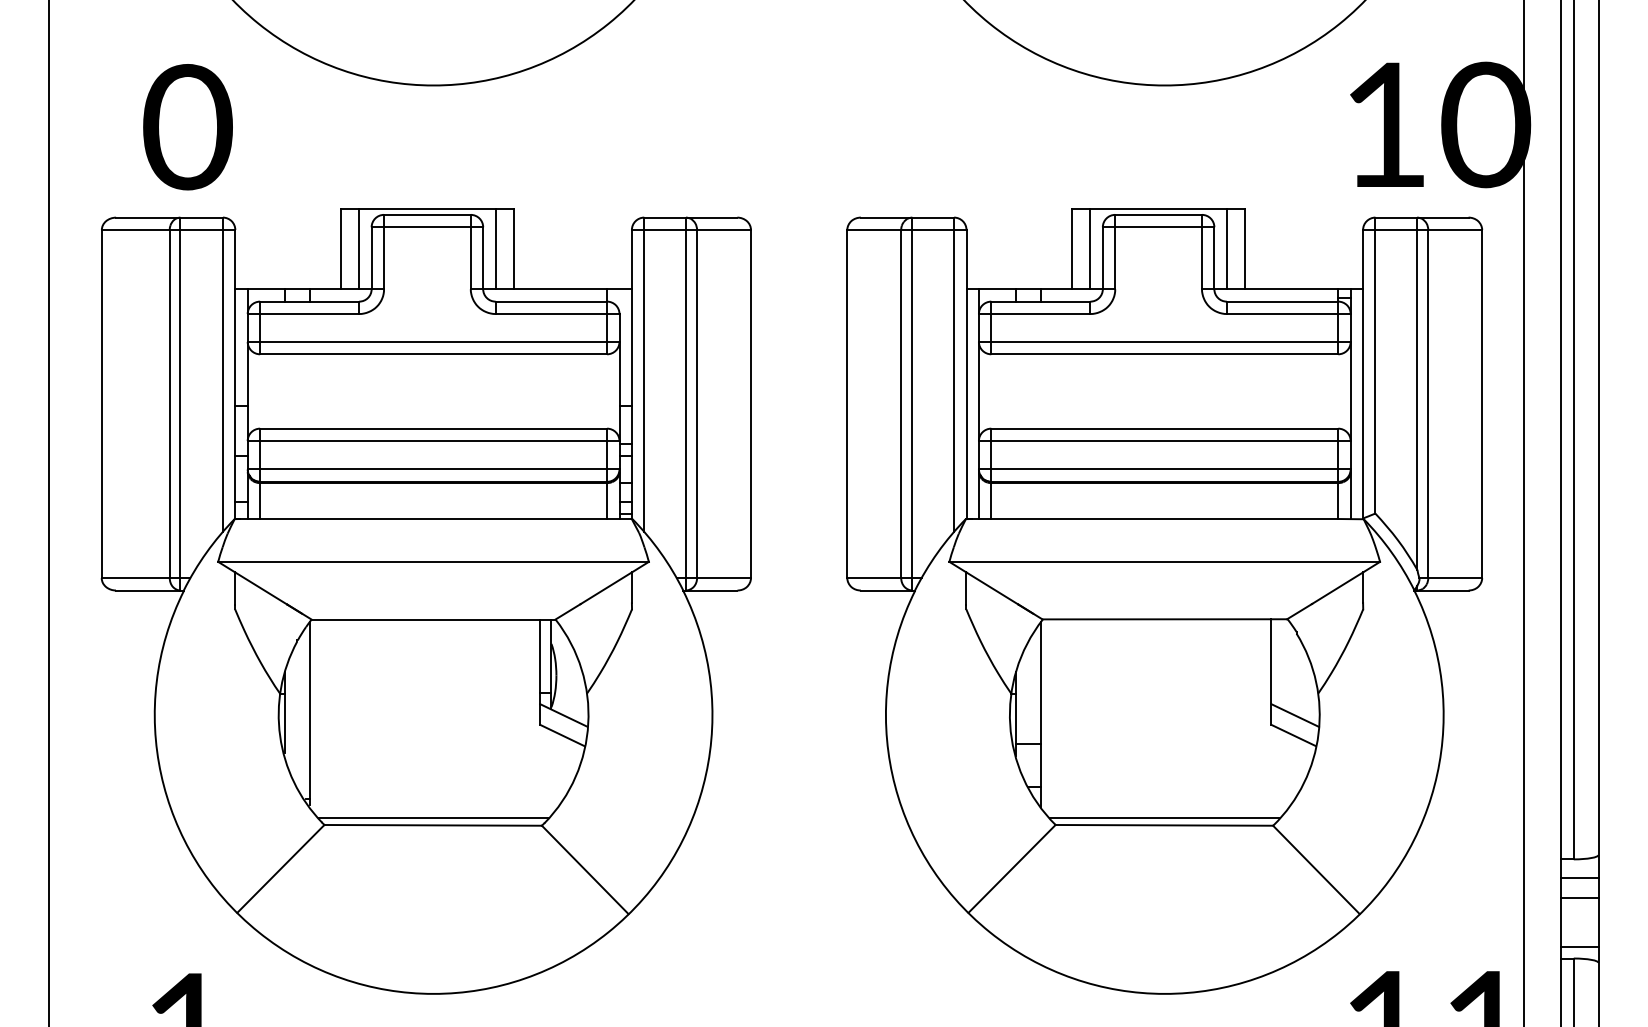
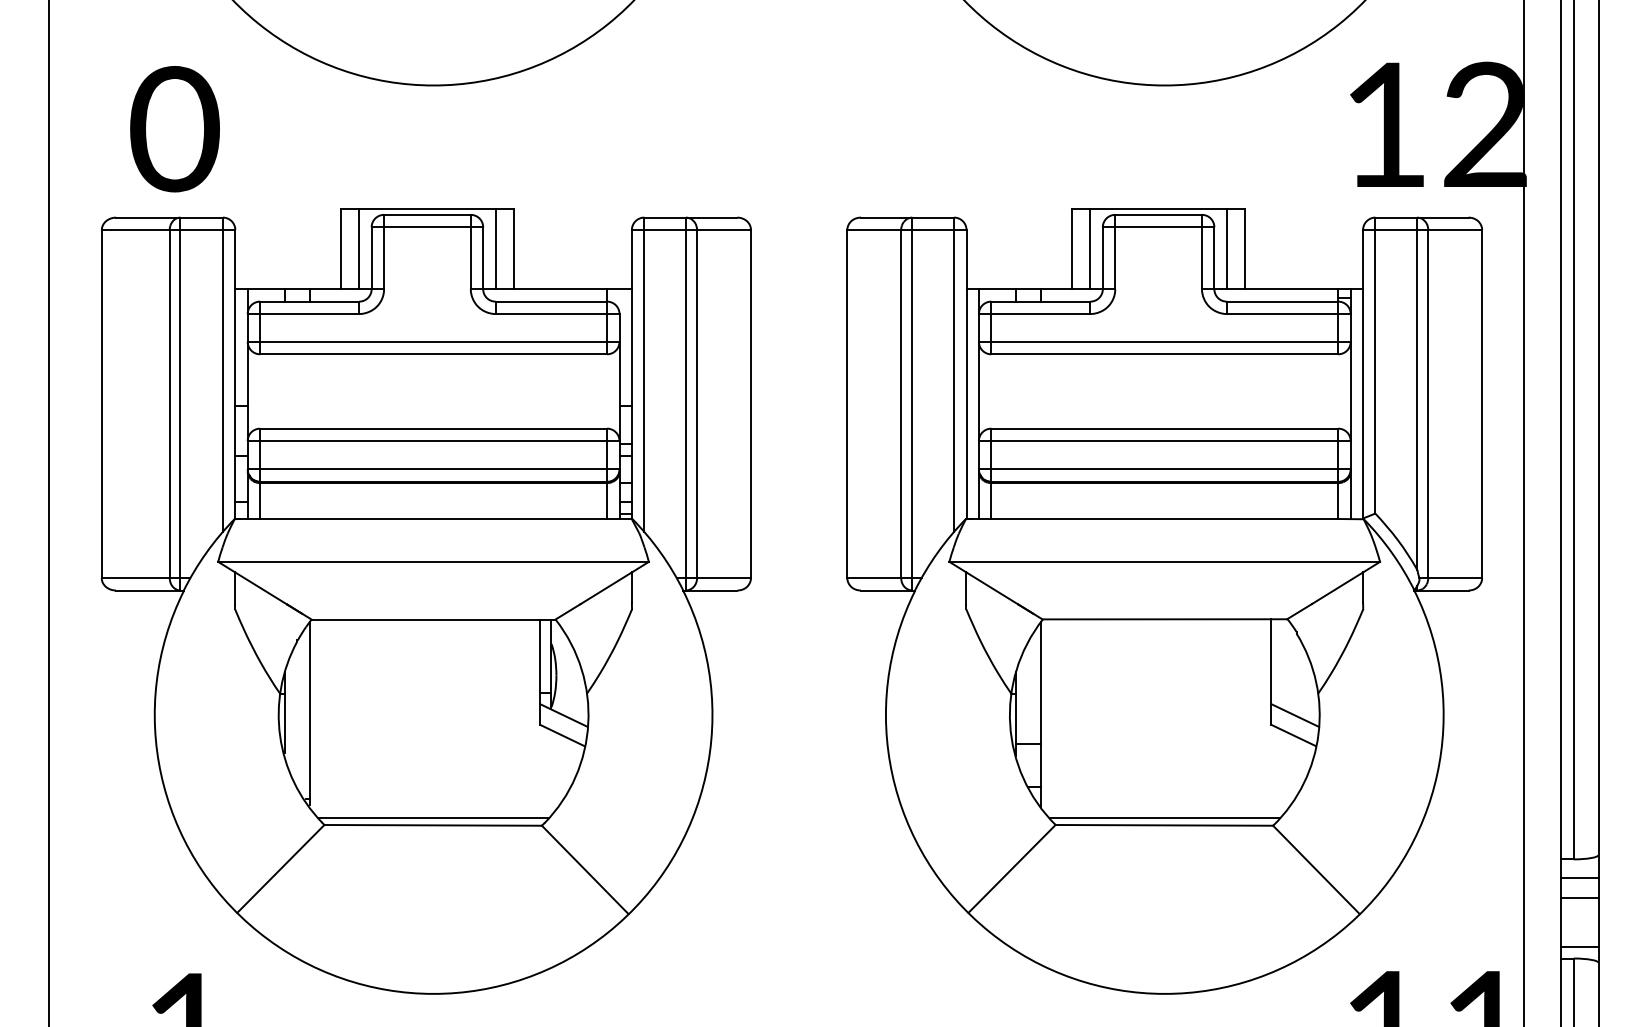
text at (1486, 124): 10 -> 12
text at (187, 127) position: (187, 127) -> (174, 129)
